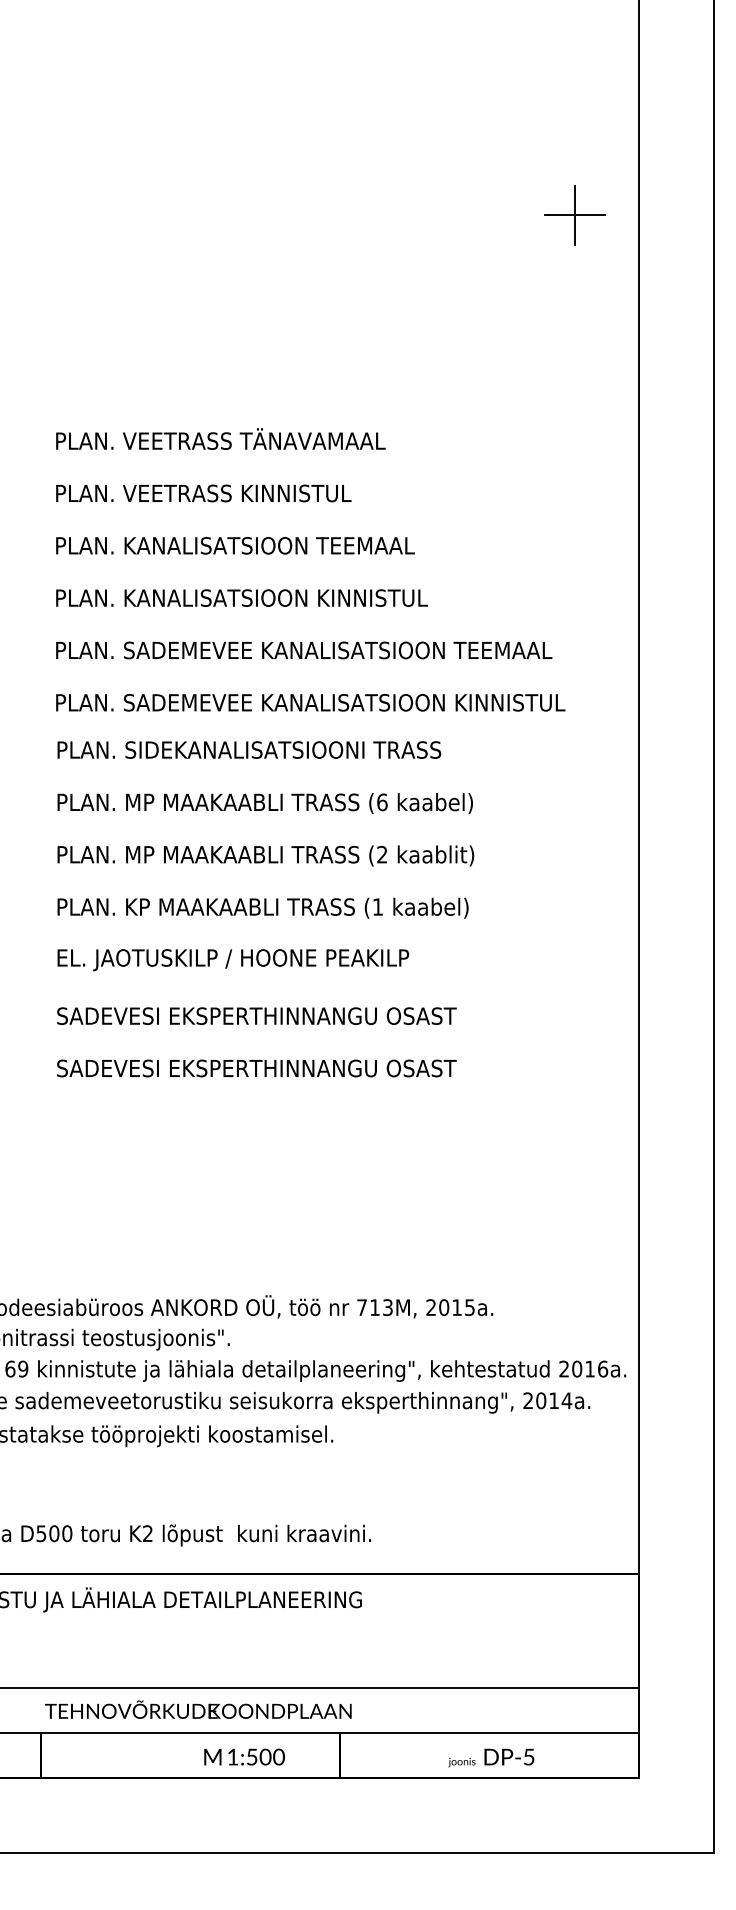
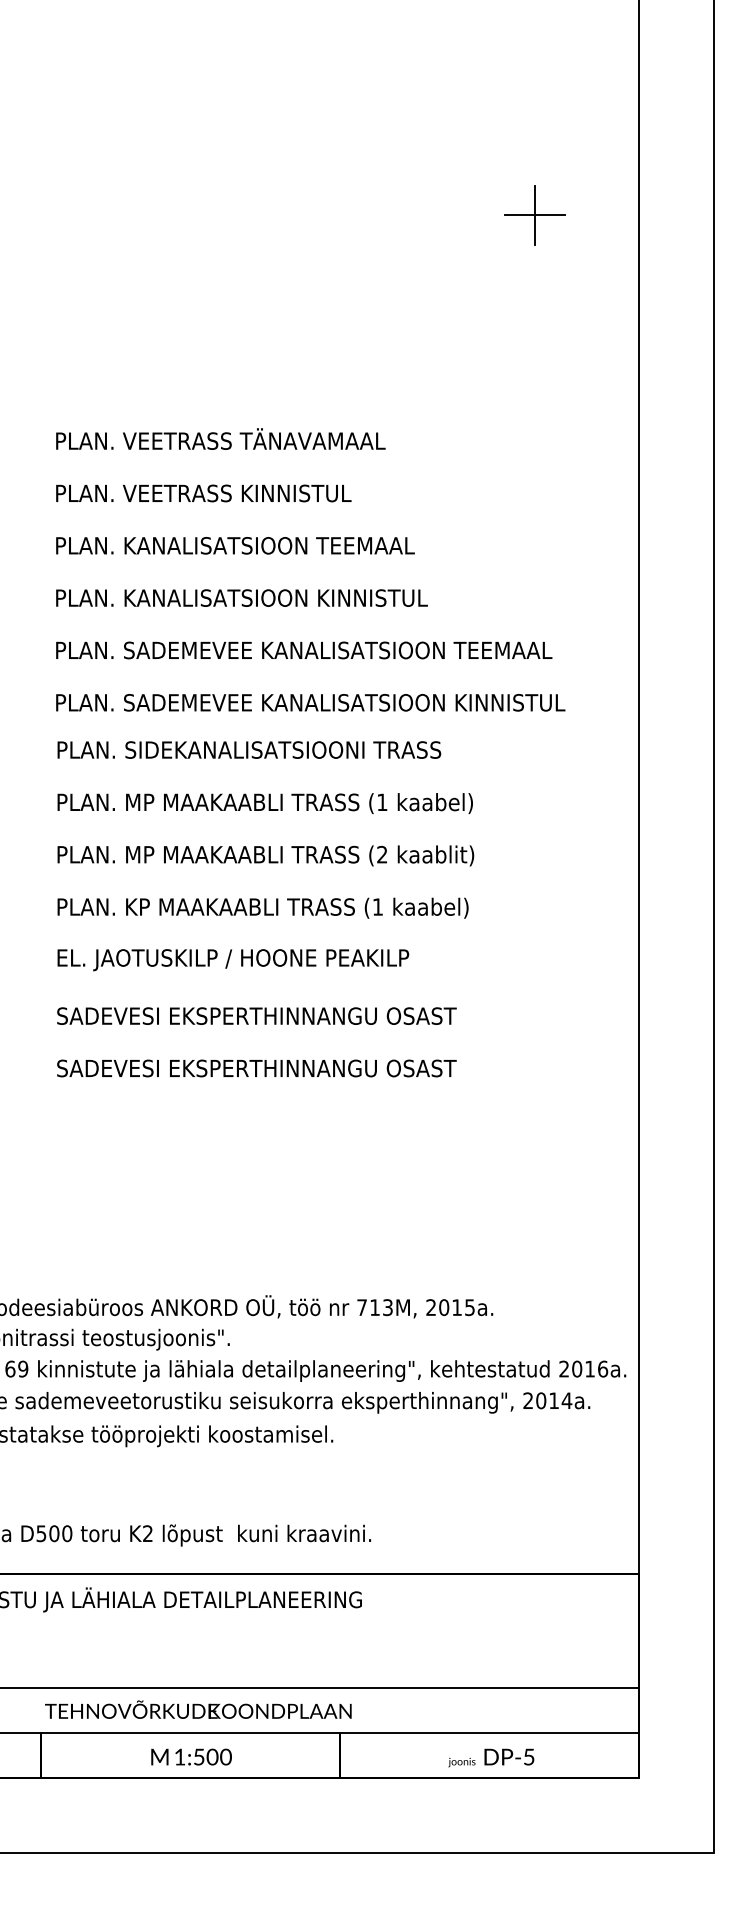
part at (574, 215) position: (574, 215) -> (534, 215)
text at (382, 802): (6 -> (1
text at (244, 1756) position: (244, 1756) -> (191, 1756)
